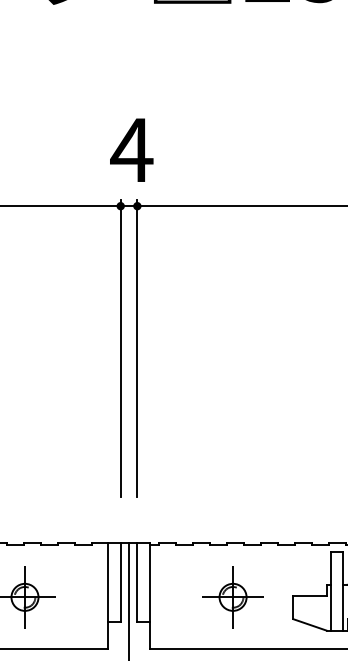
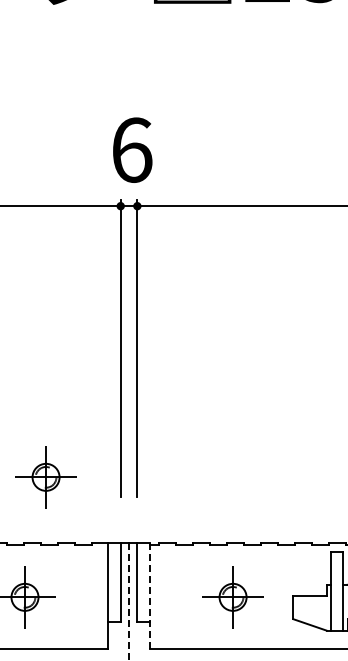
text at (131, 149): 4 -> 6
part at (45, 477): none -> present
line at (149, 596): solid -> dashed
line at (129, 602): solid -> dashed
